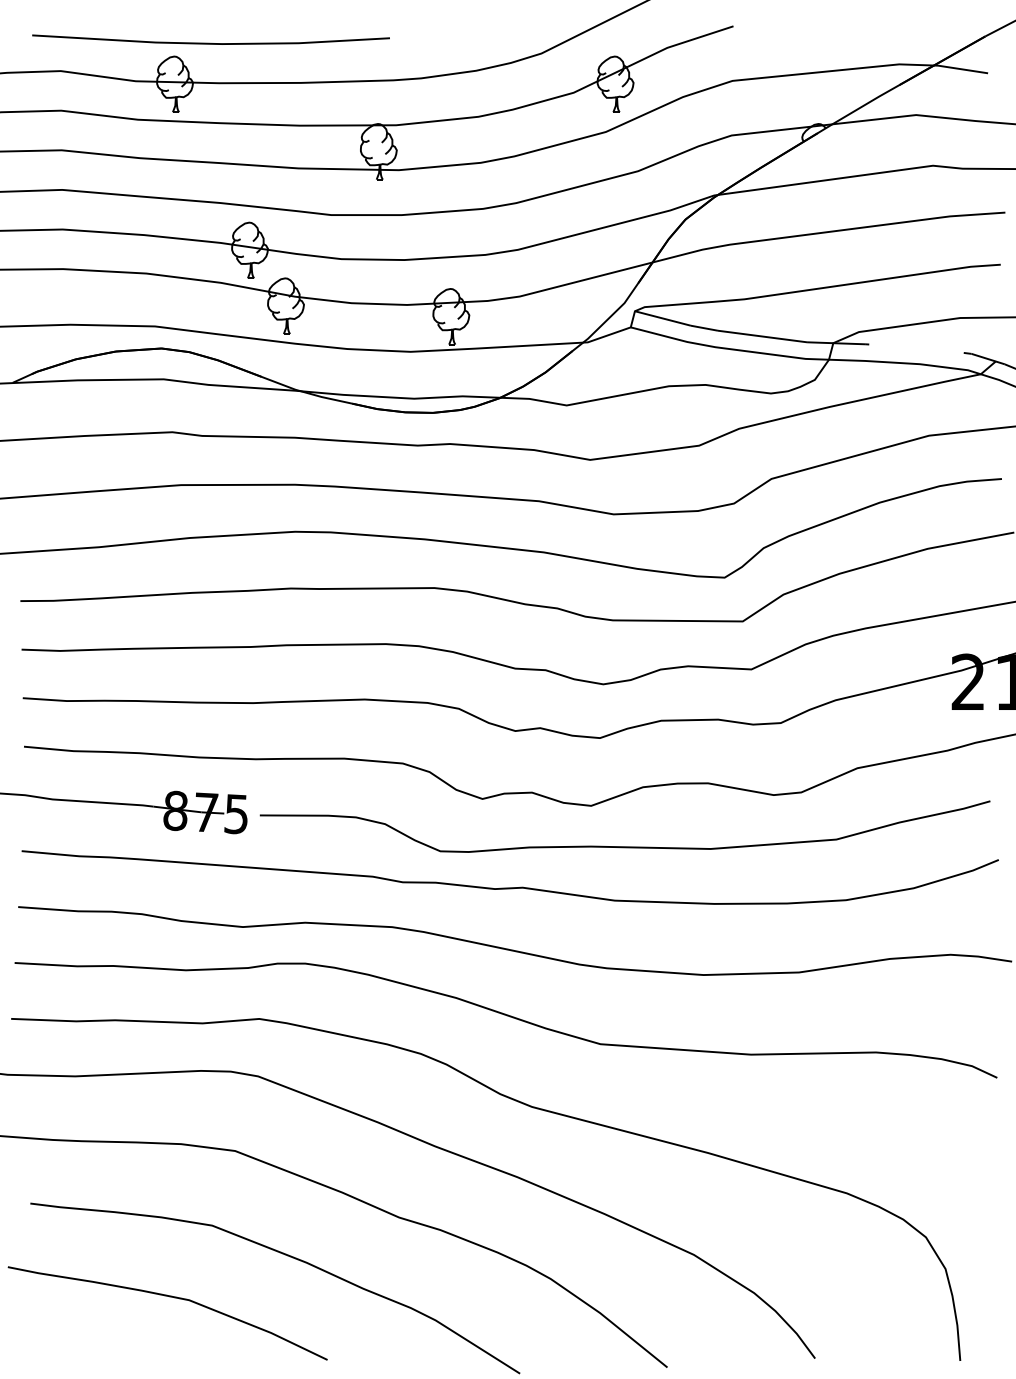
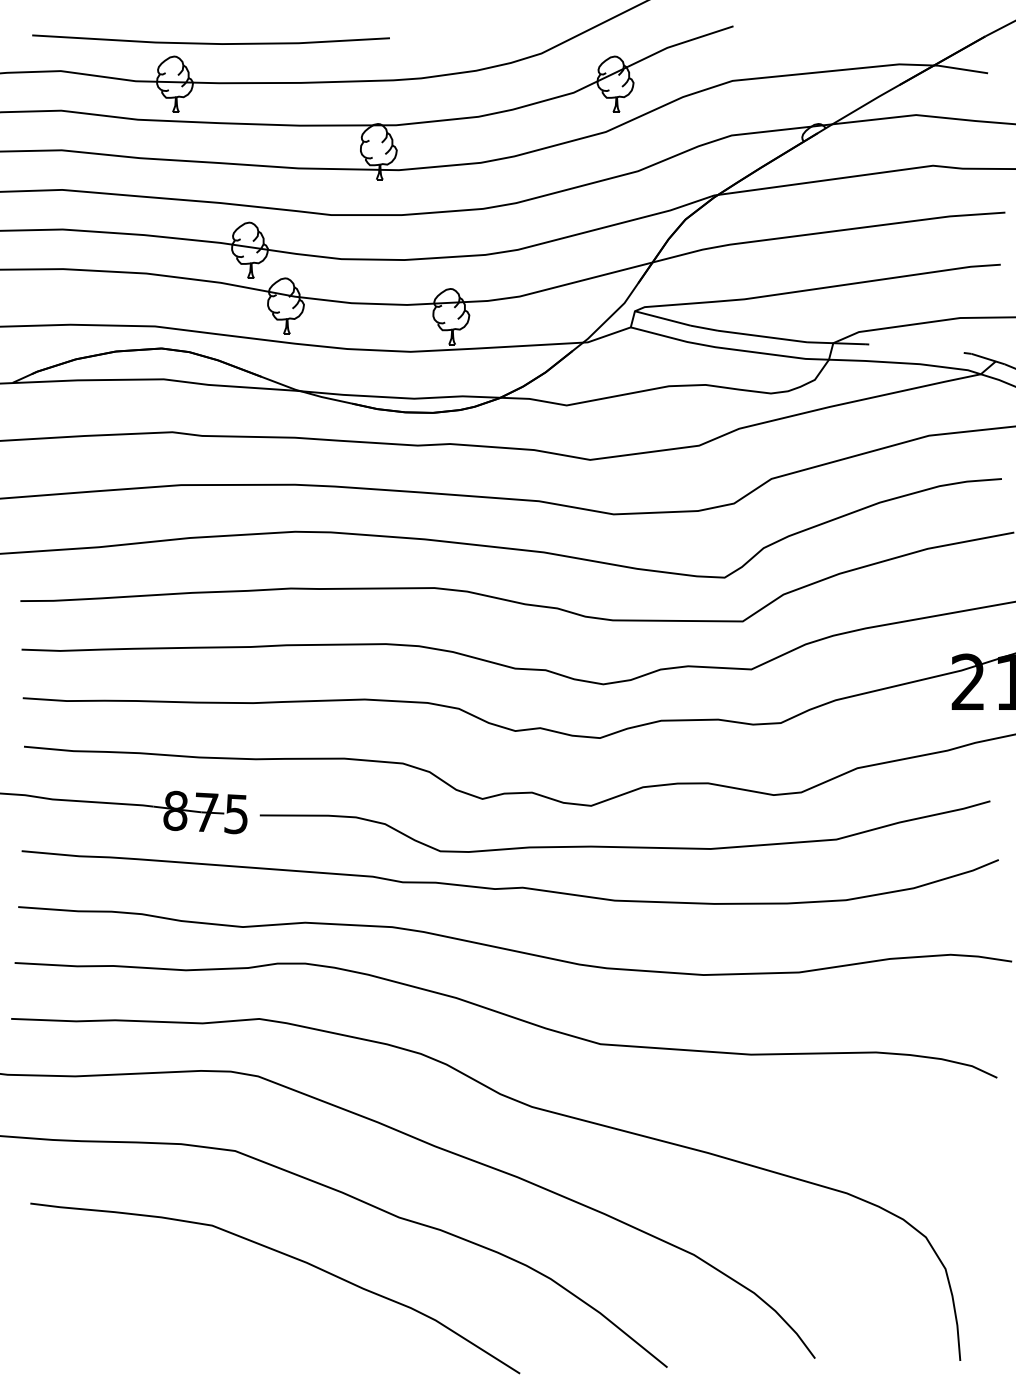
curve at (169, 1297): present -> none
